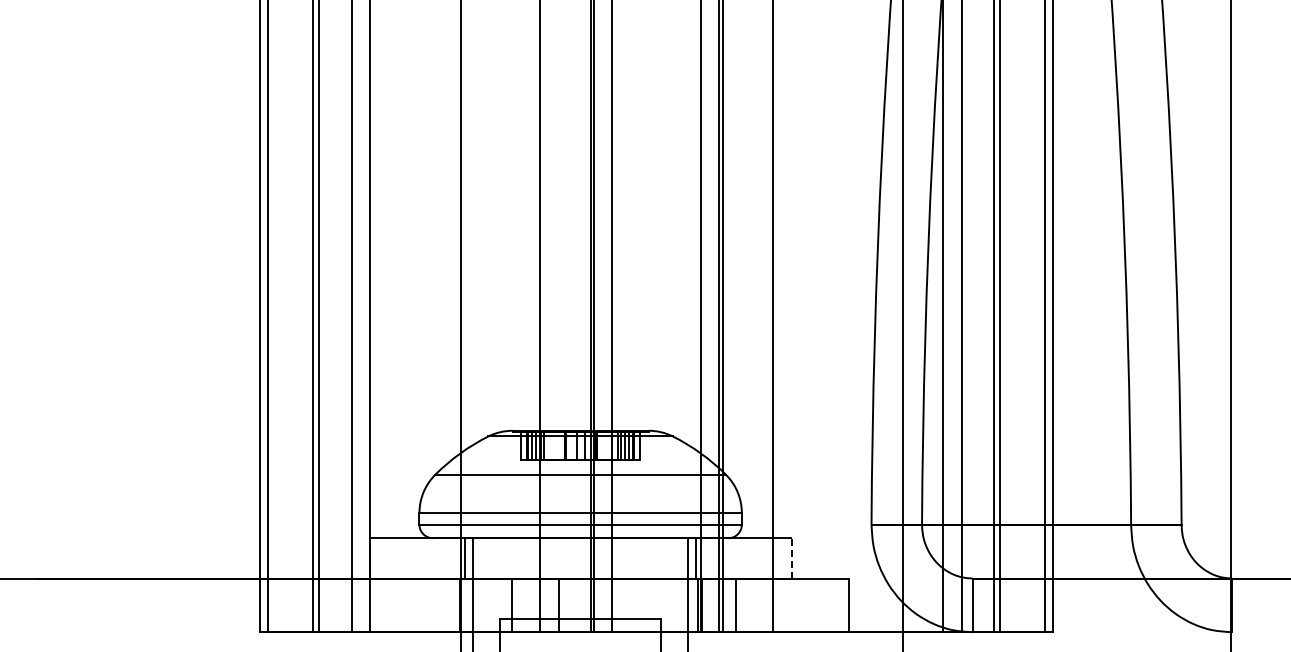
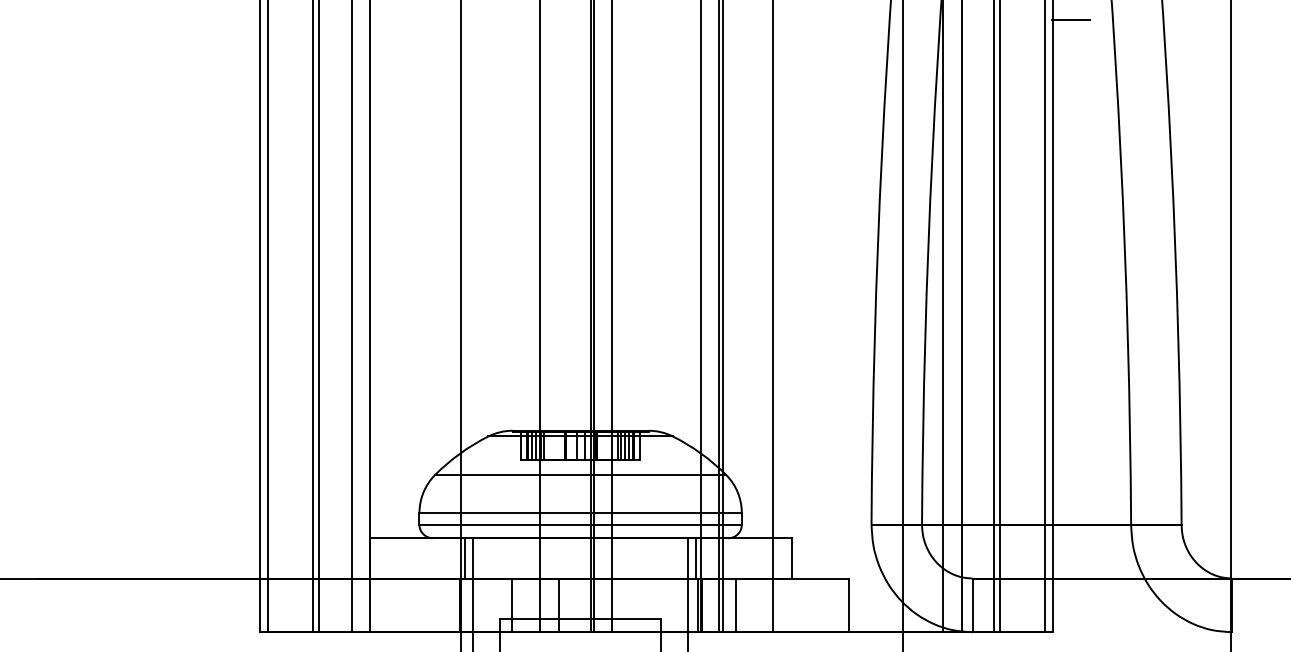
line at (1070, 19): none -> present
line at (791, 557): dashed -> solid
